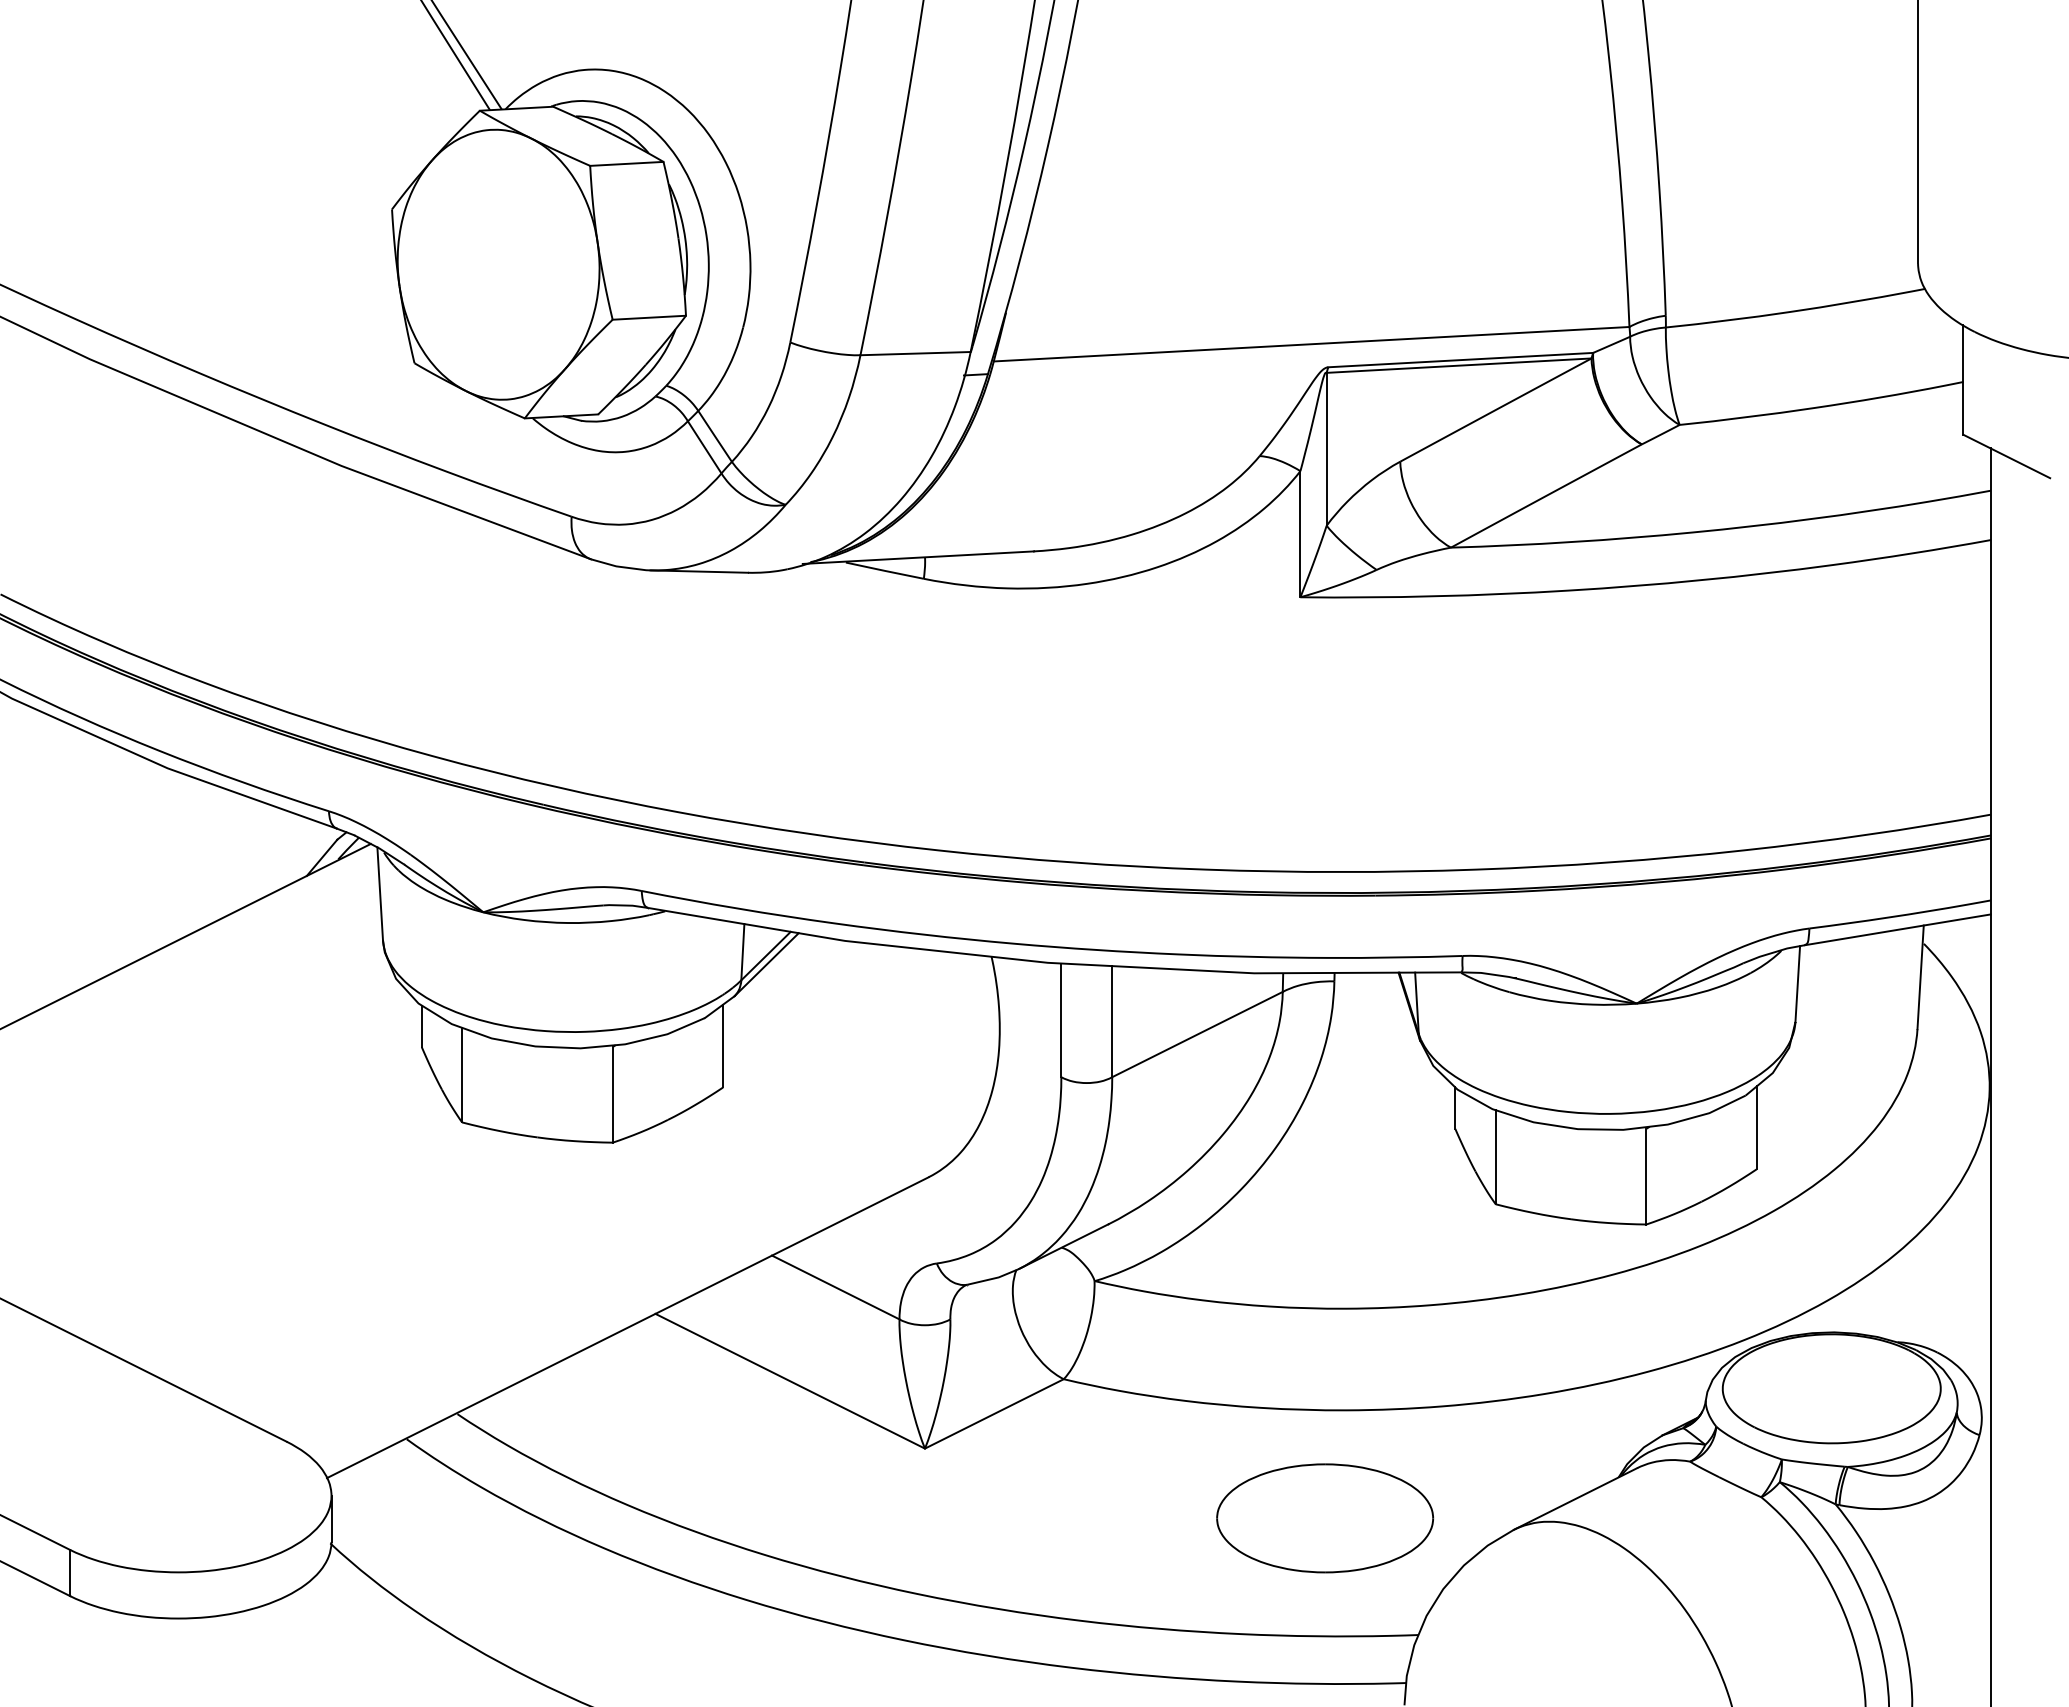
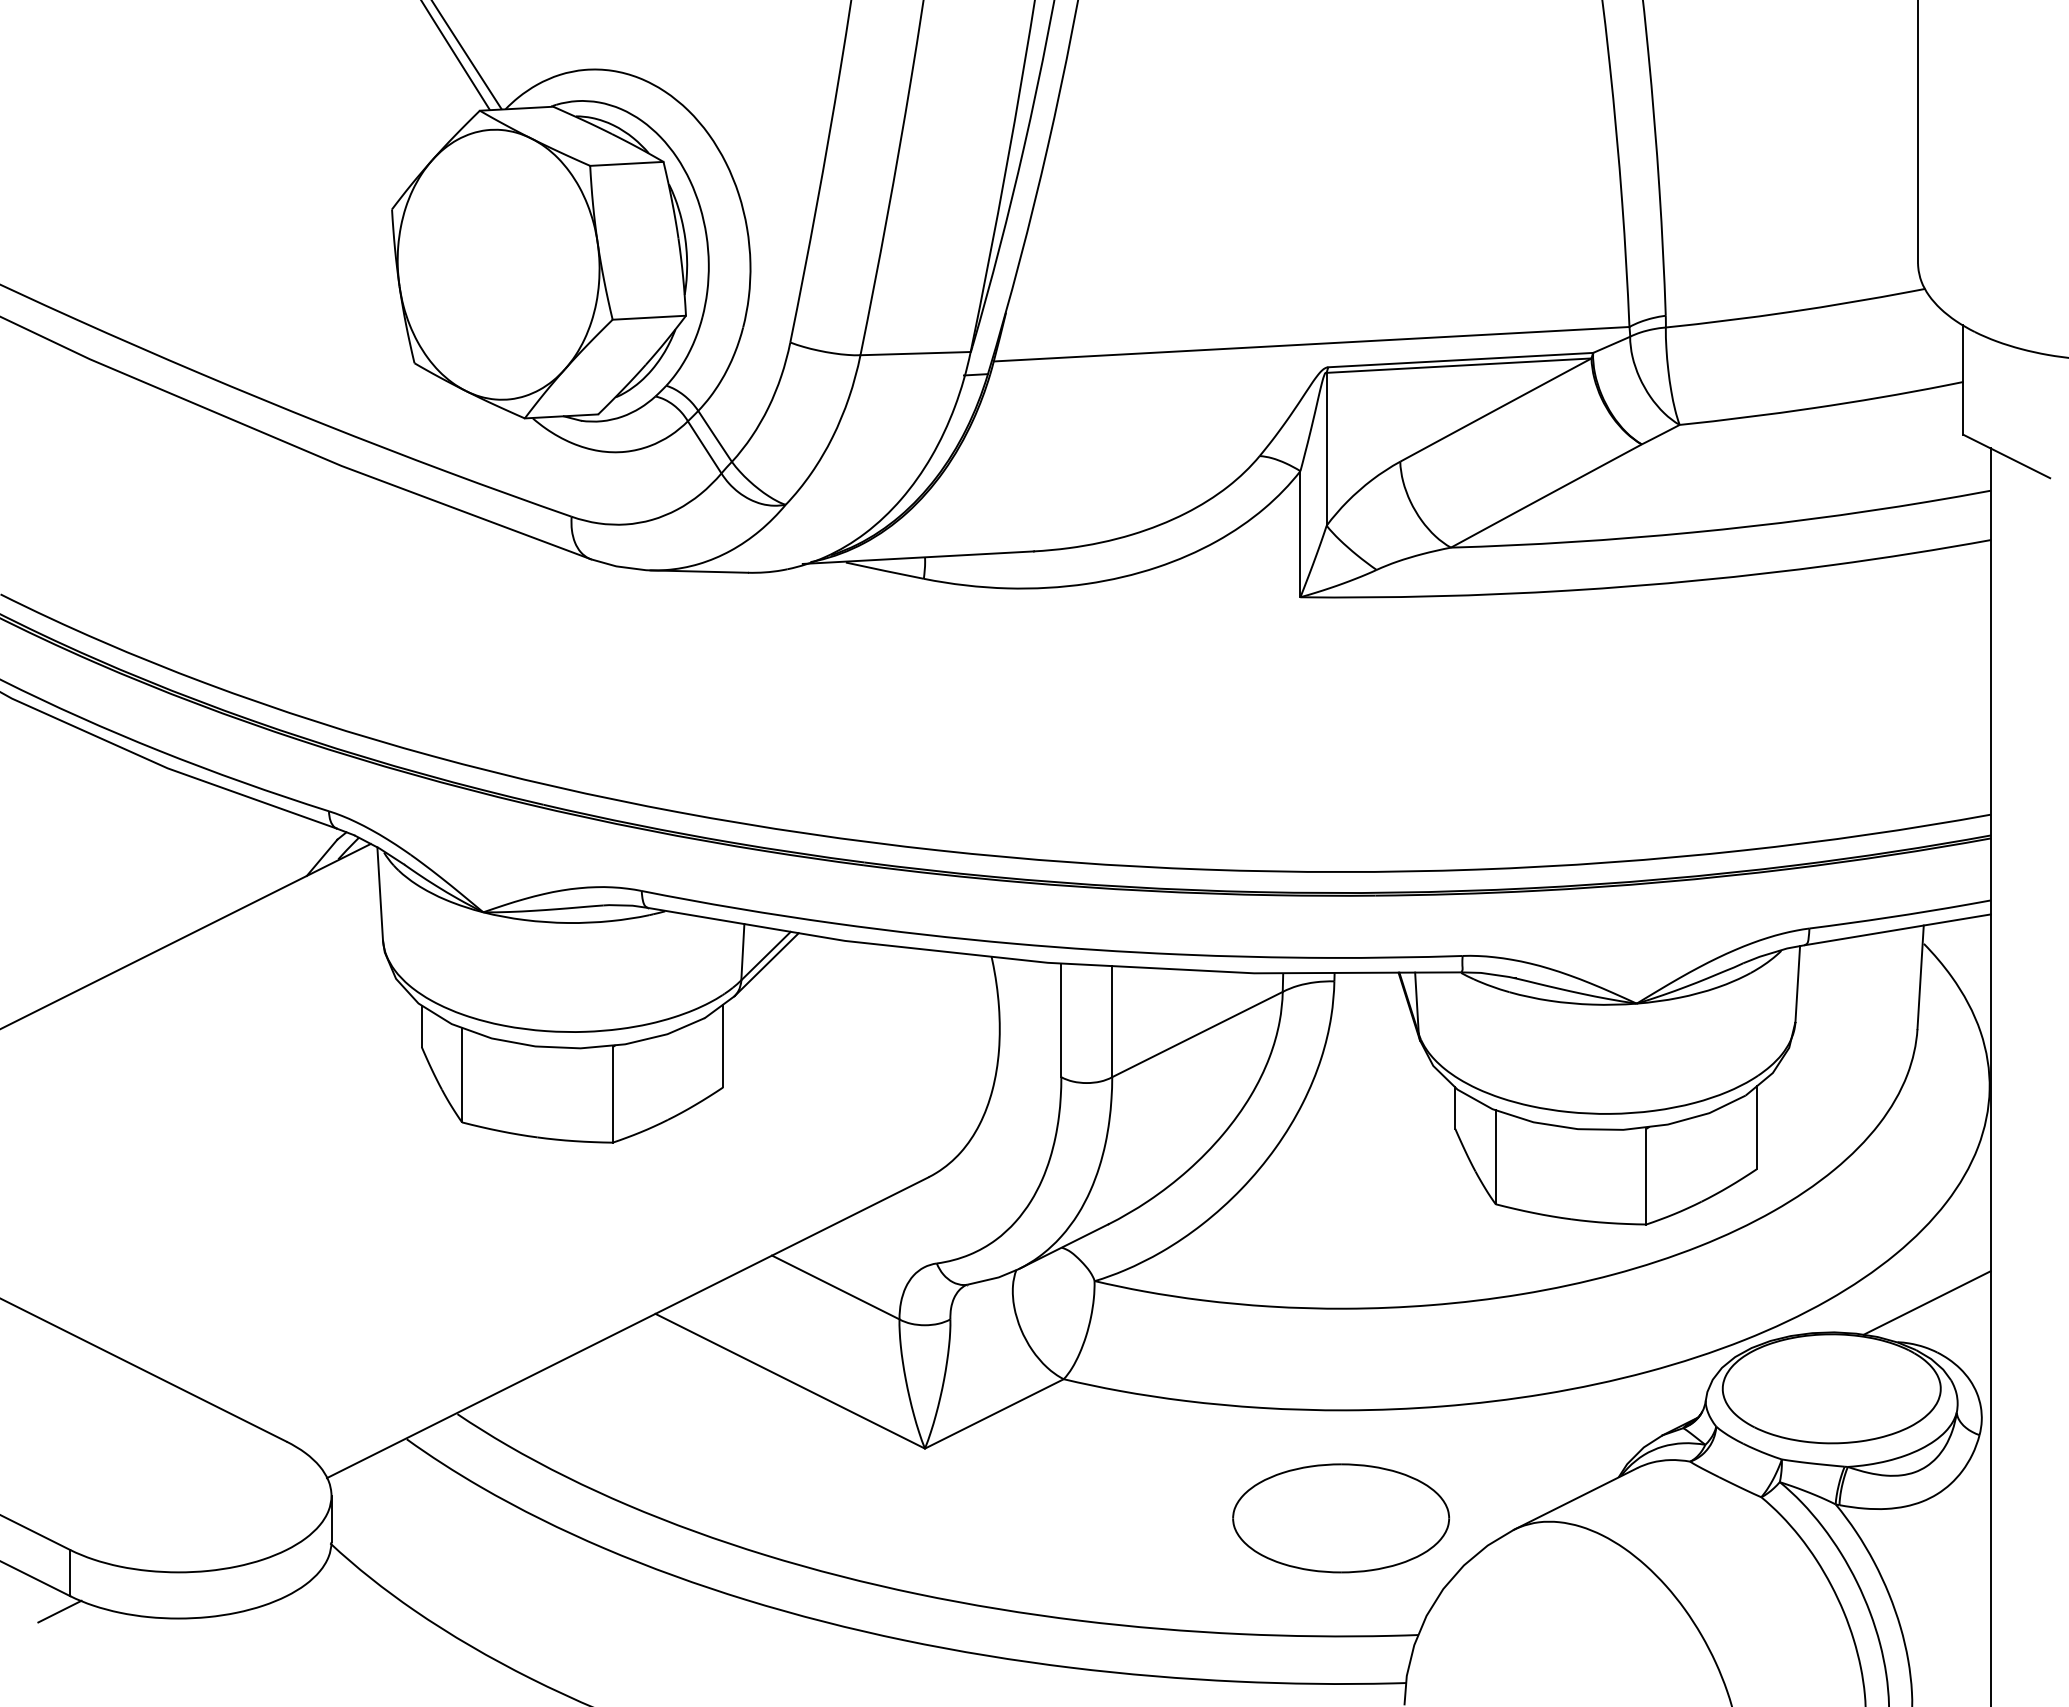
line at (1926, 1302): none -> present
part at (1324, 1518) position: (1324, 1518) -> (1340, 1518)
line at (59, 1611): none -> present
